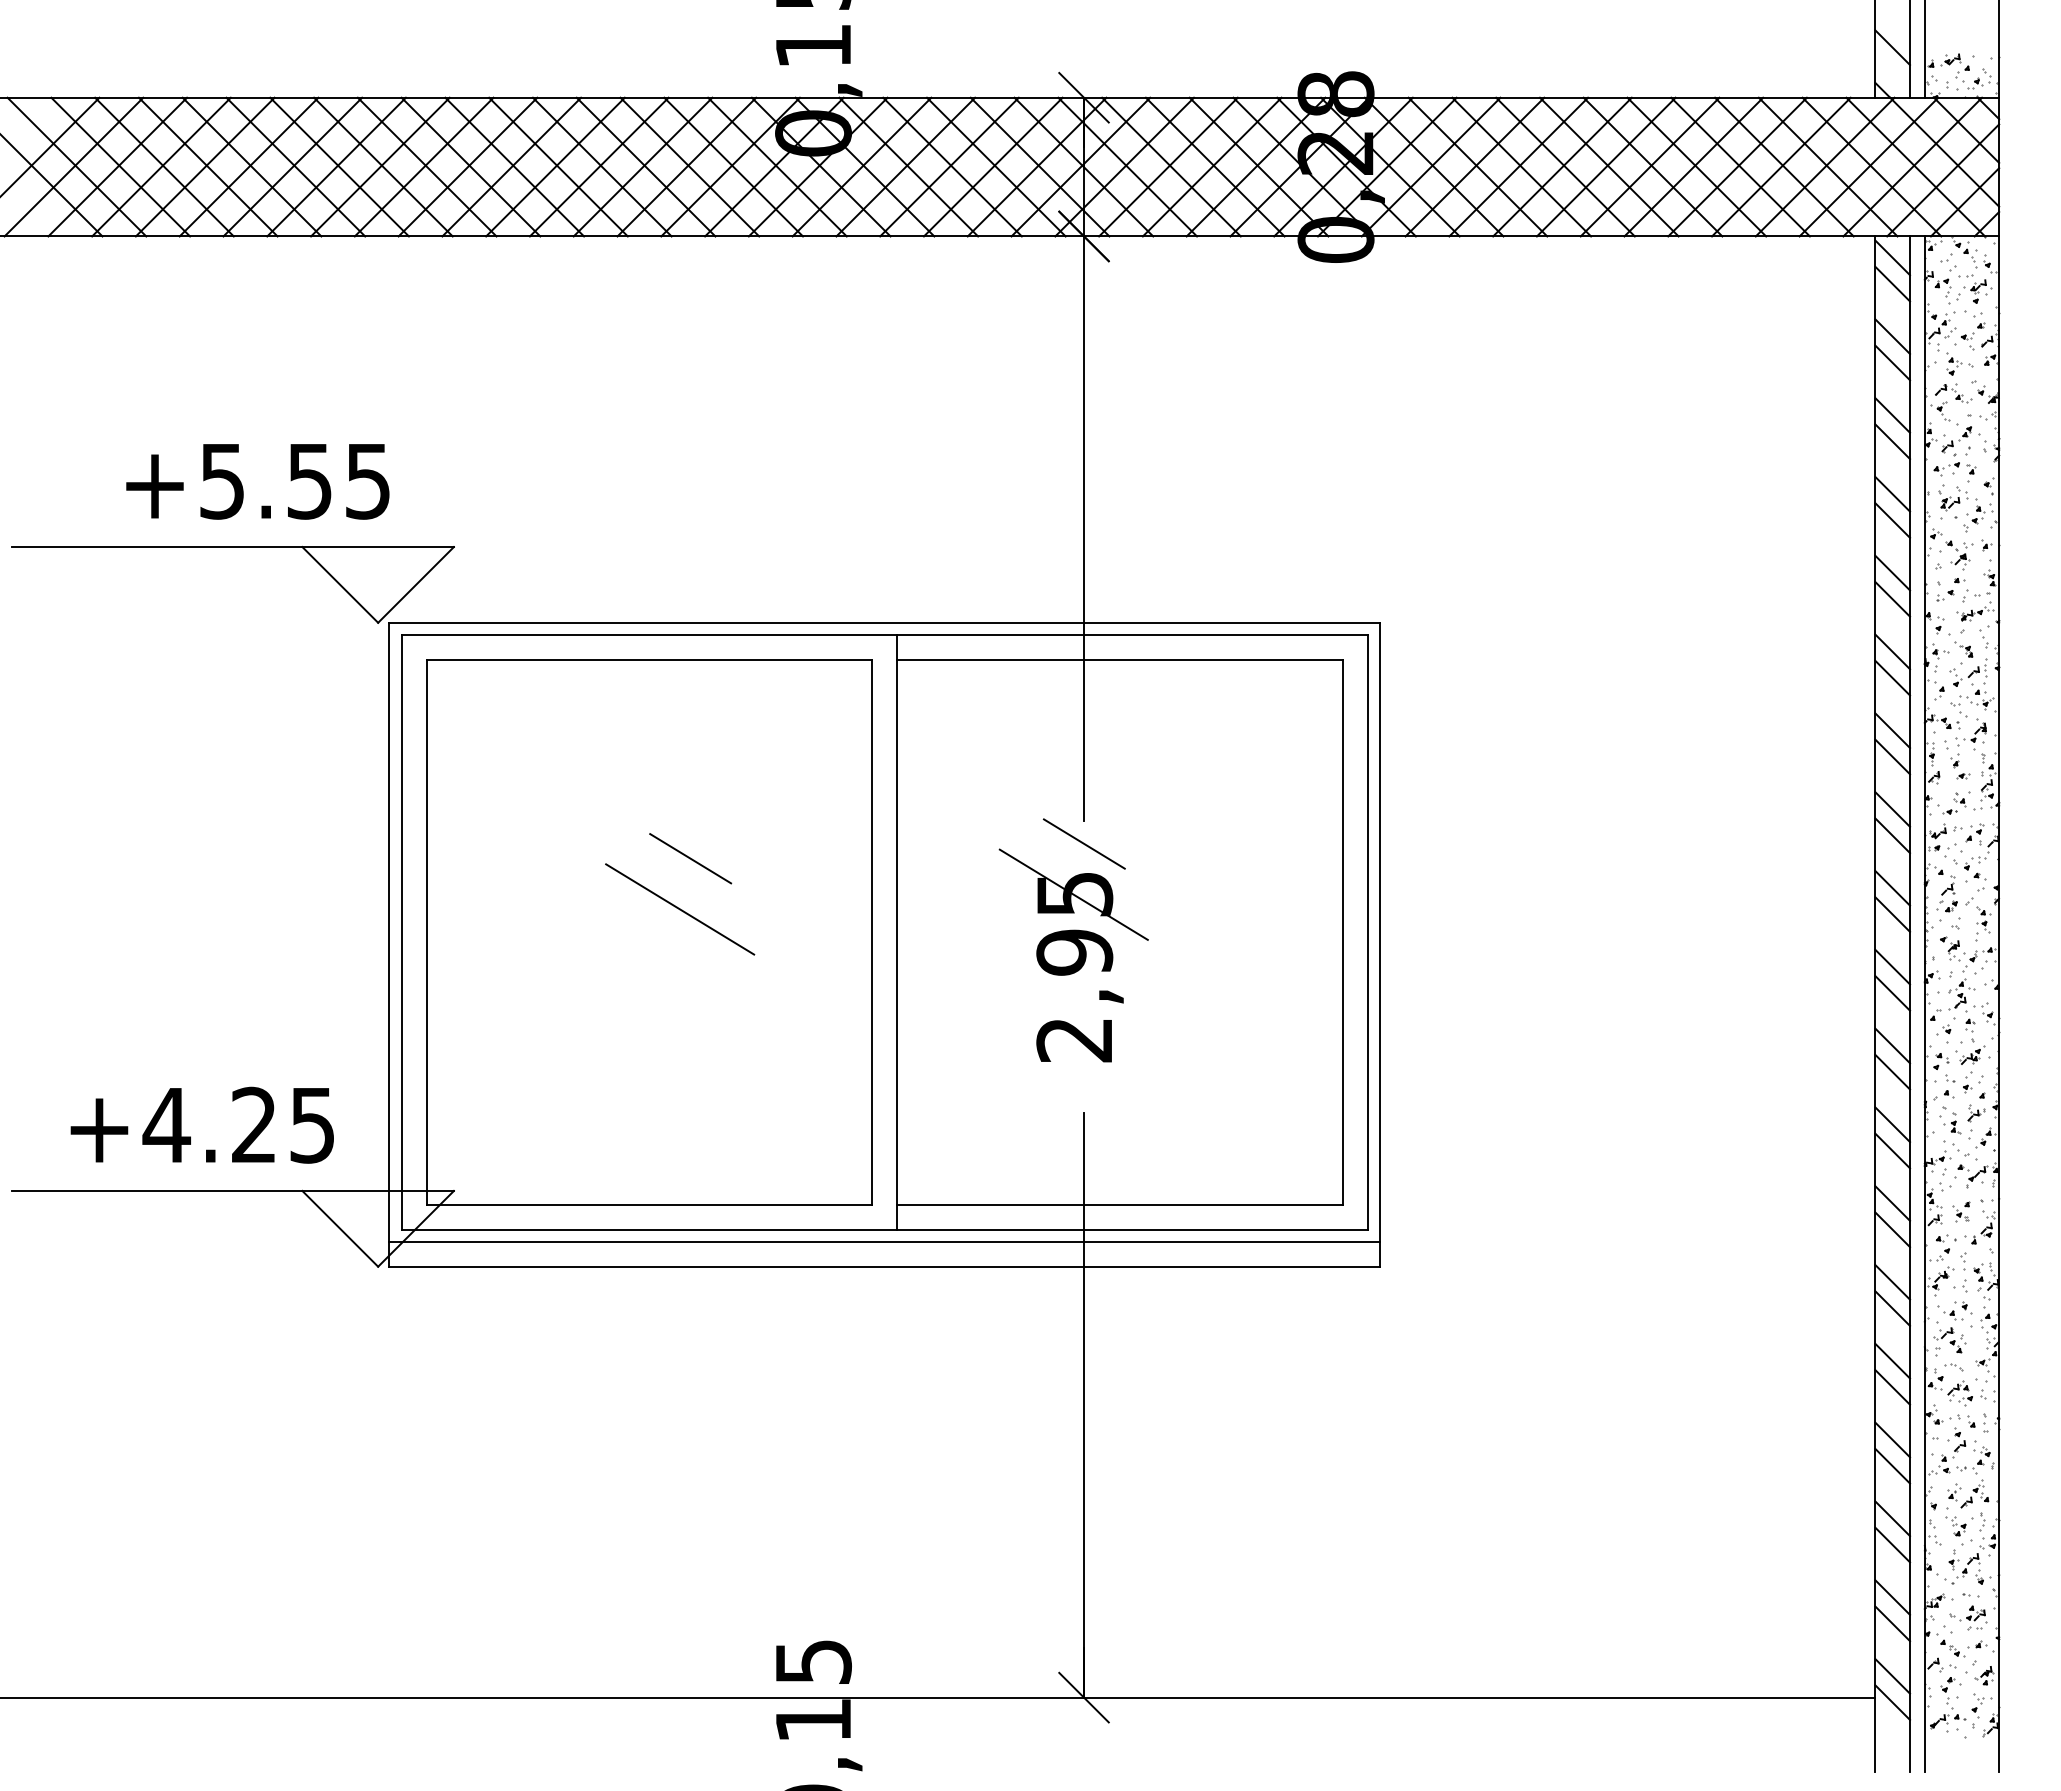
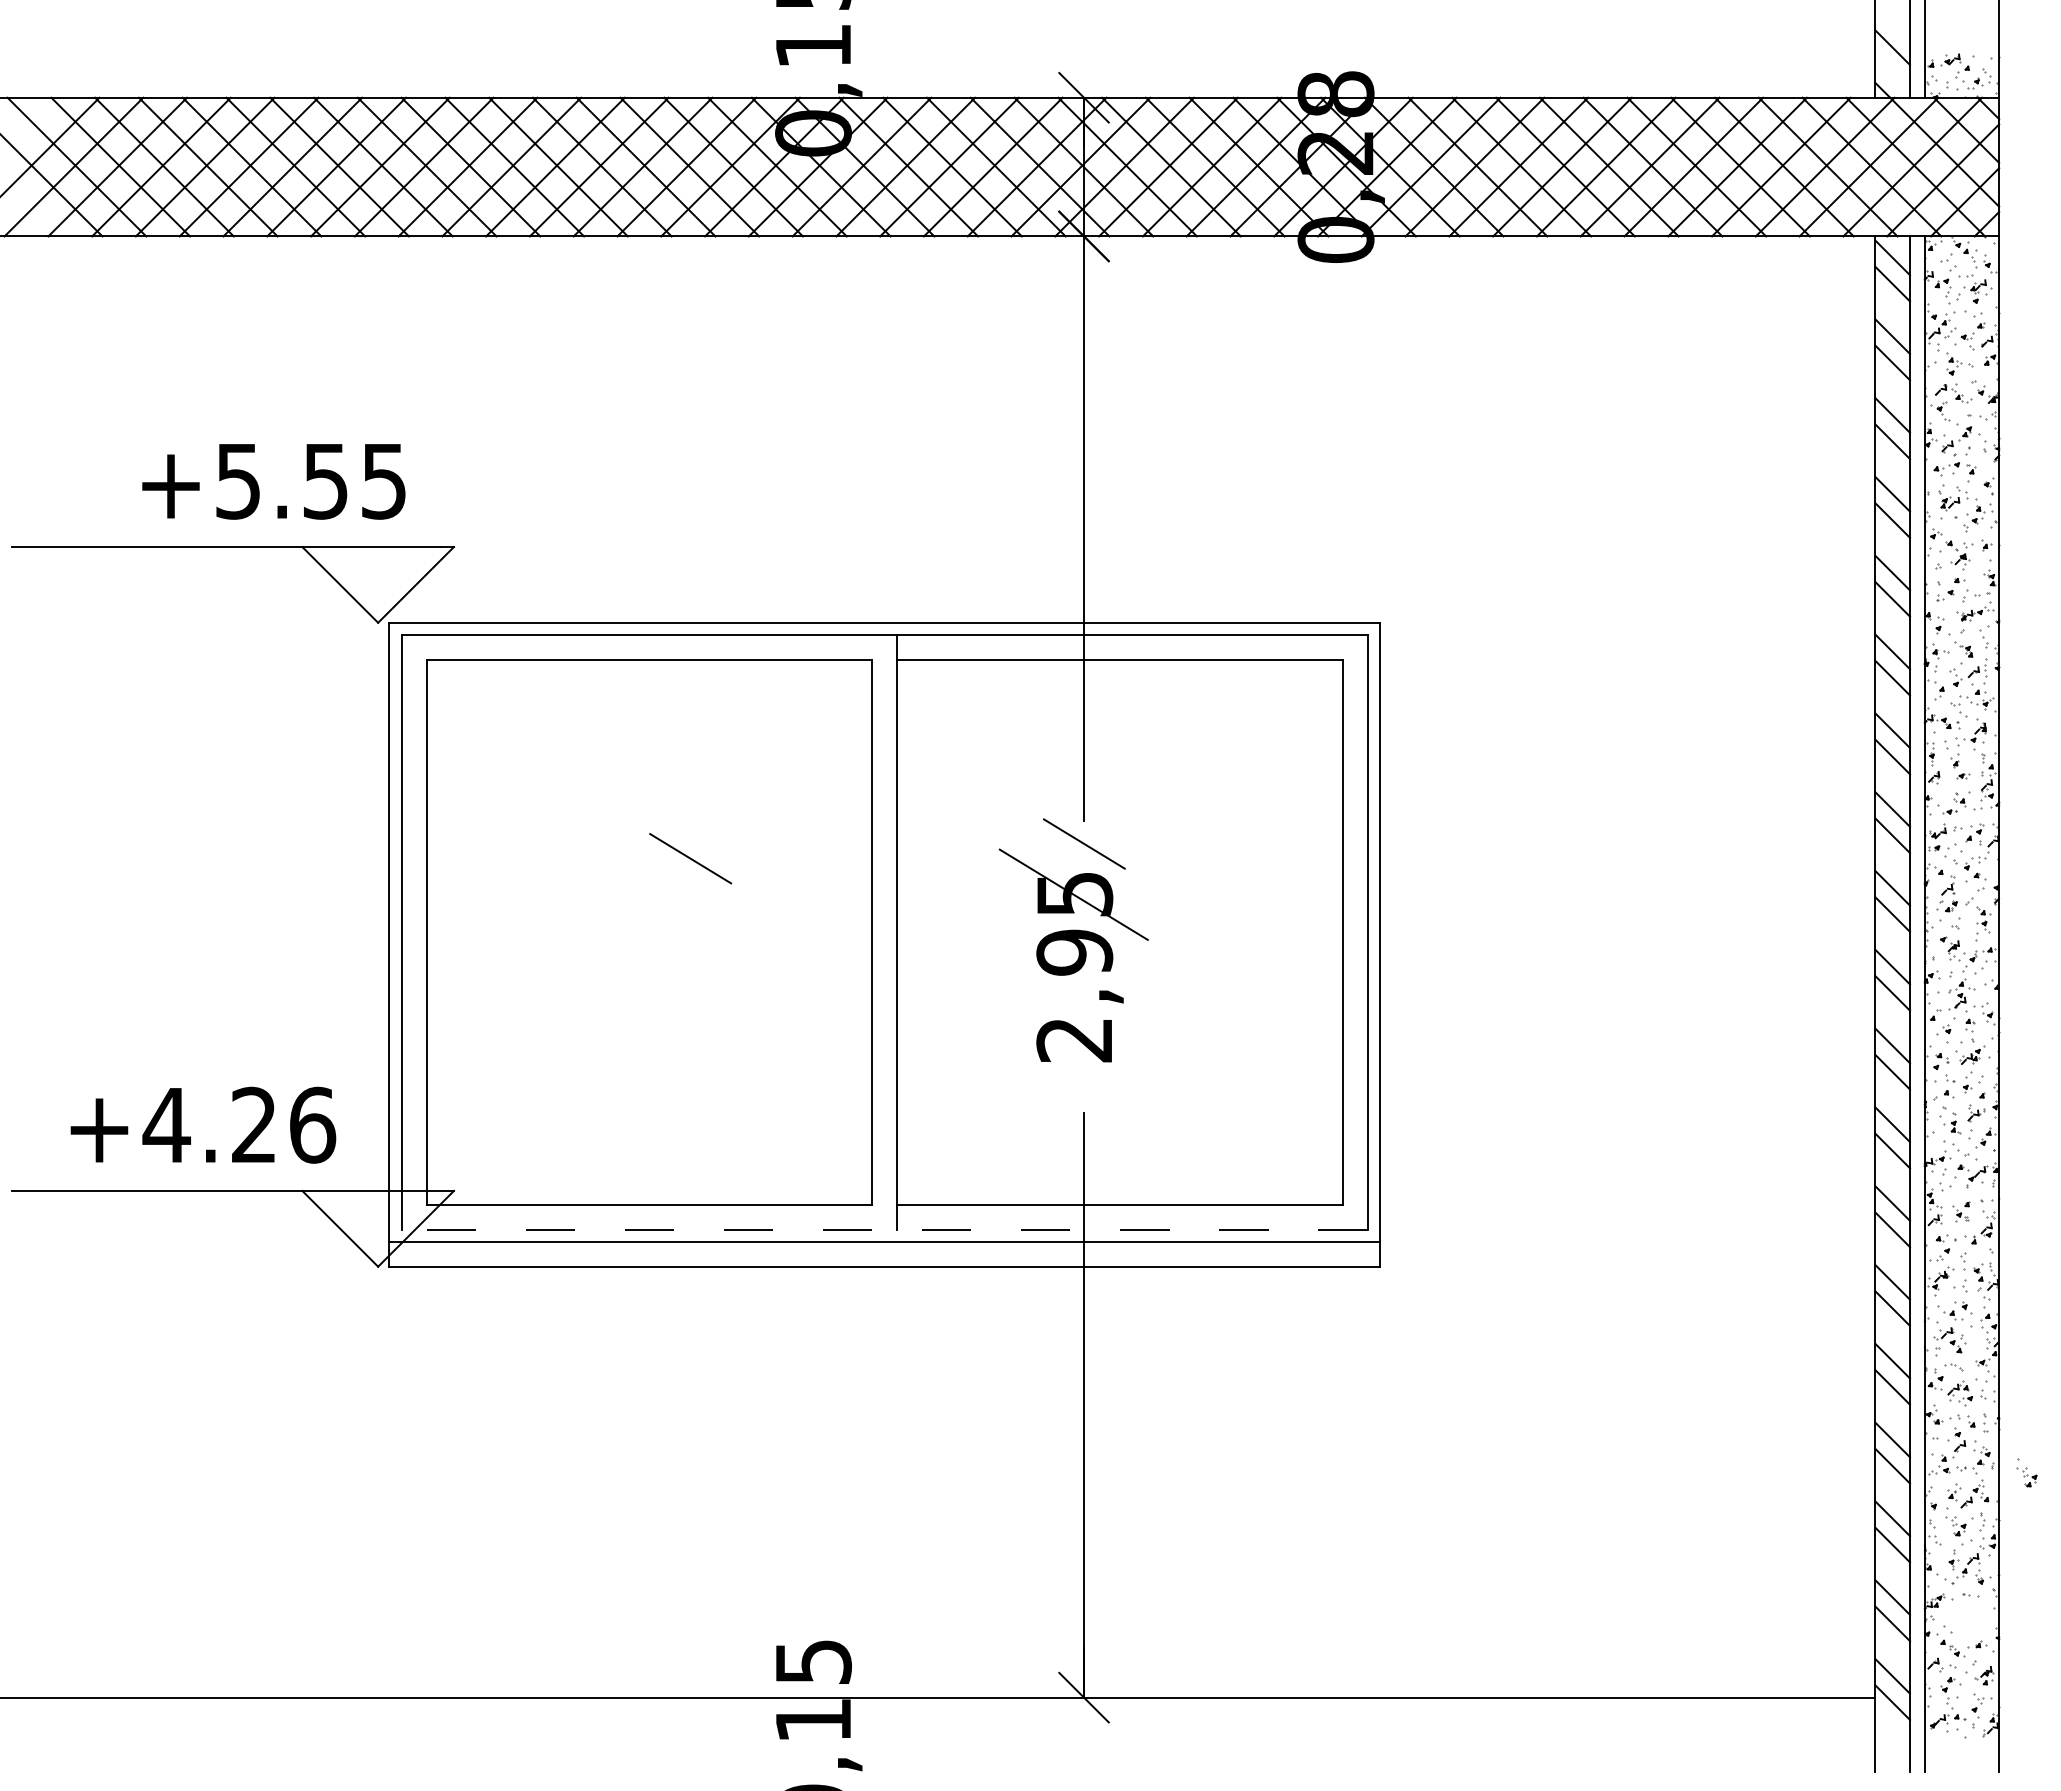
text at (257, 481) position: (257, 481) -> (273, 481)
line at (680, 909): present -> none
text at (313, 1124): +4.25 -> +4.26
line at (884, 1229): solid -> dashed
part at (2026, 1472): none -> present
part at (1968, 1617): present -> none
